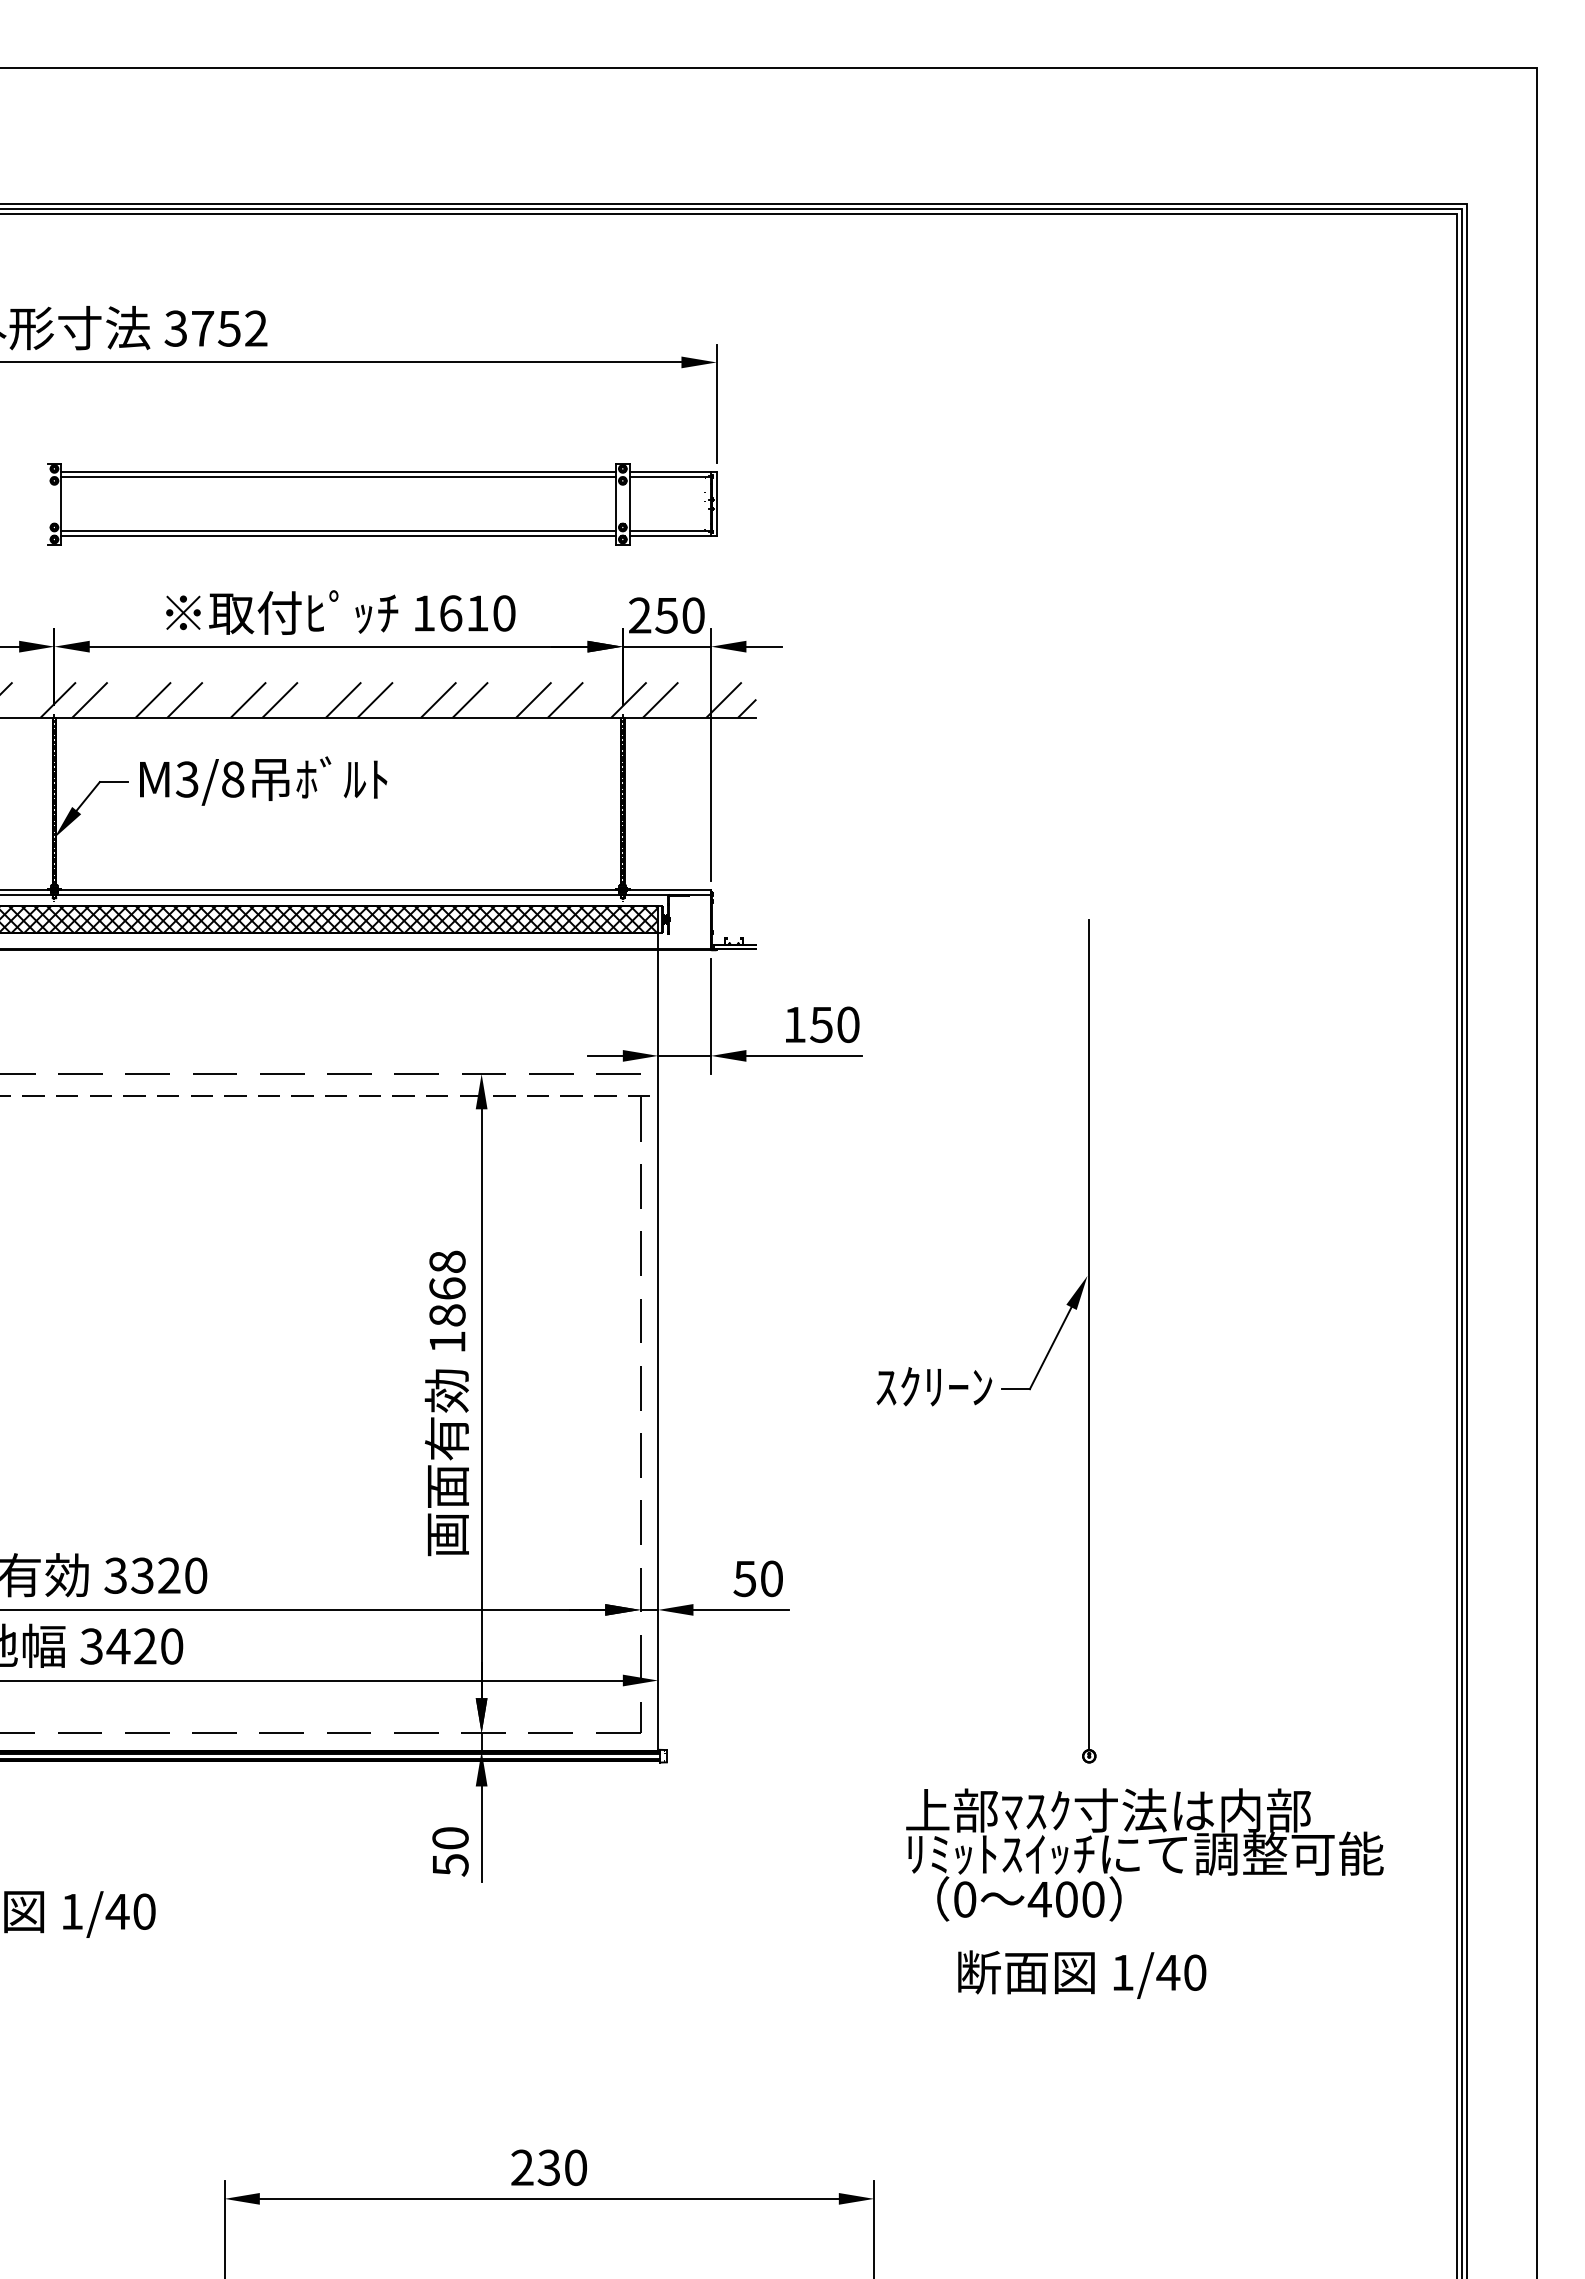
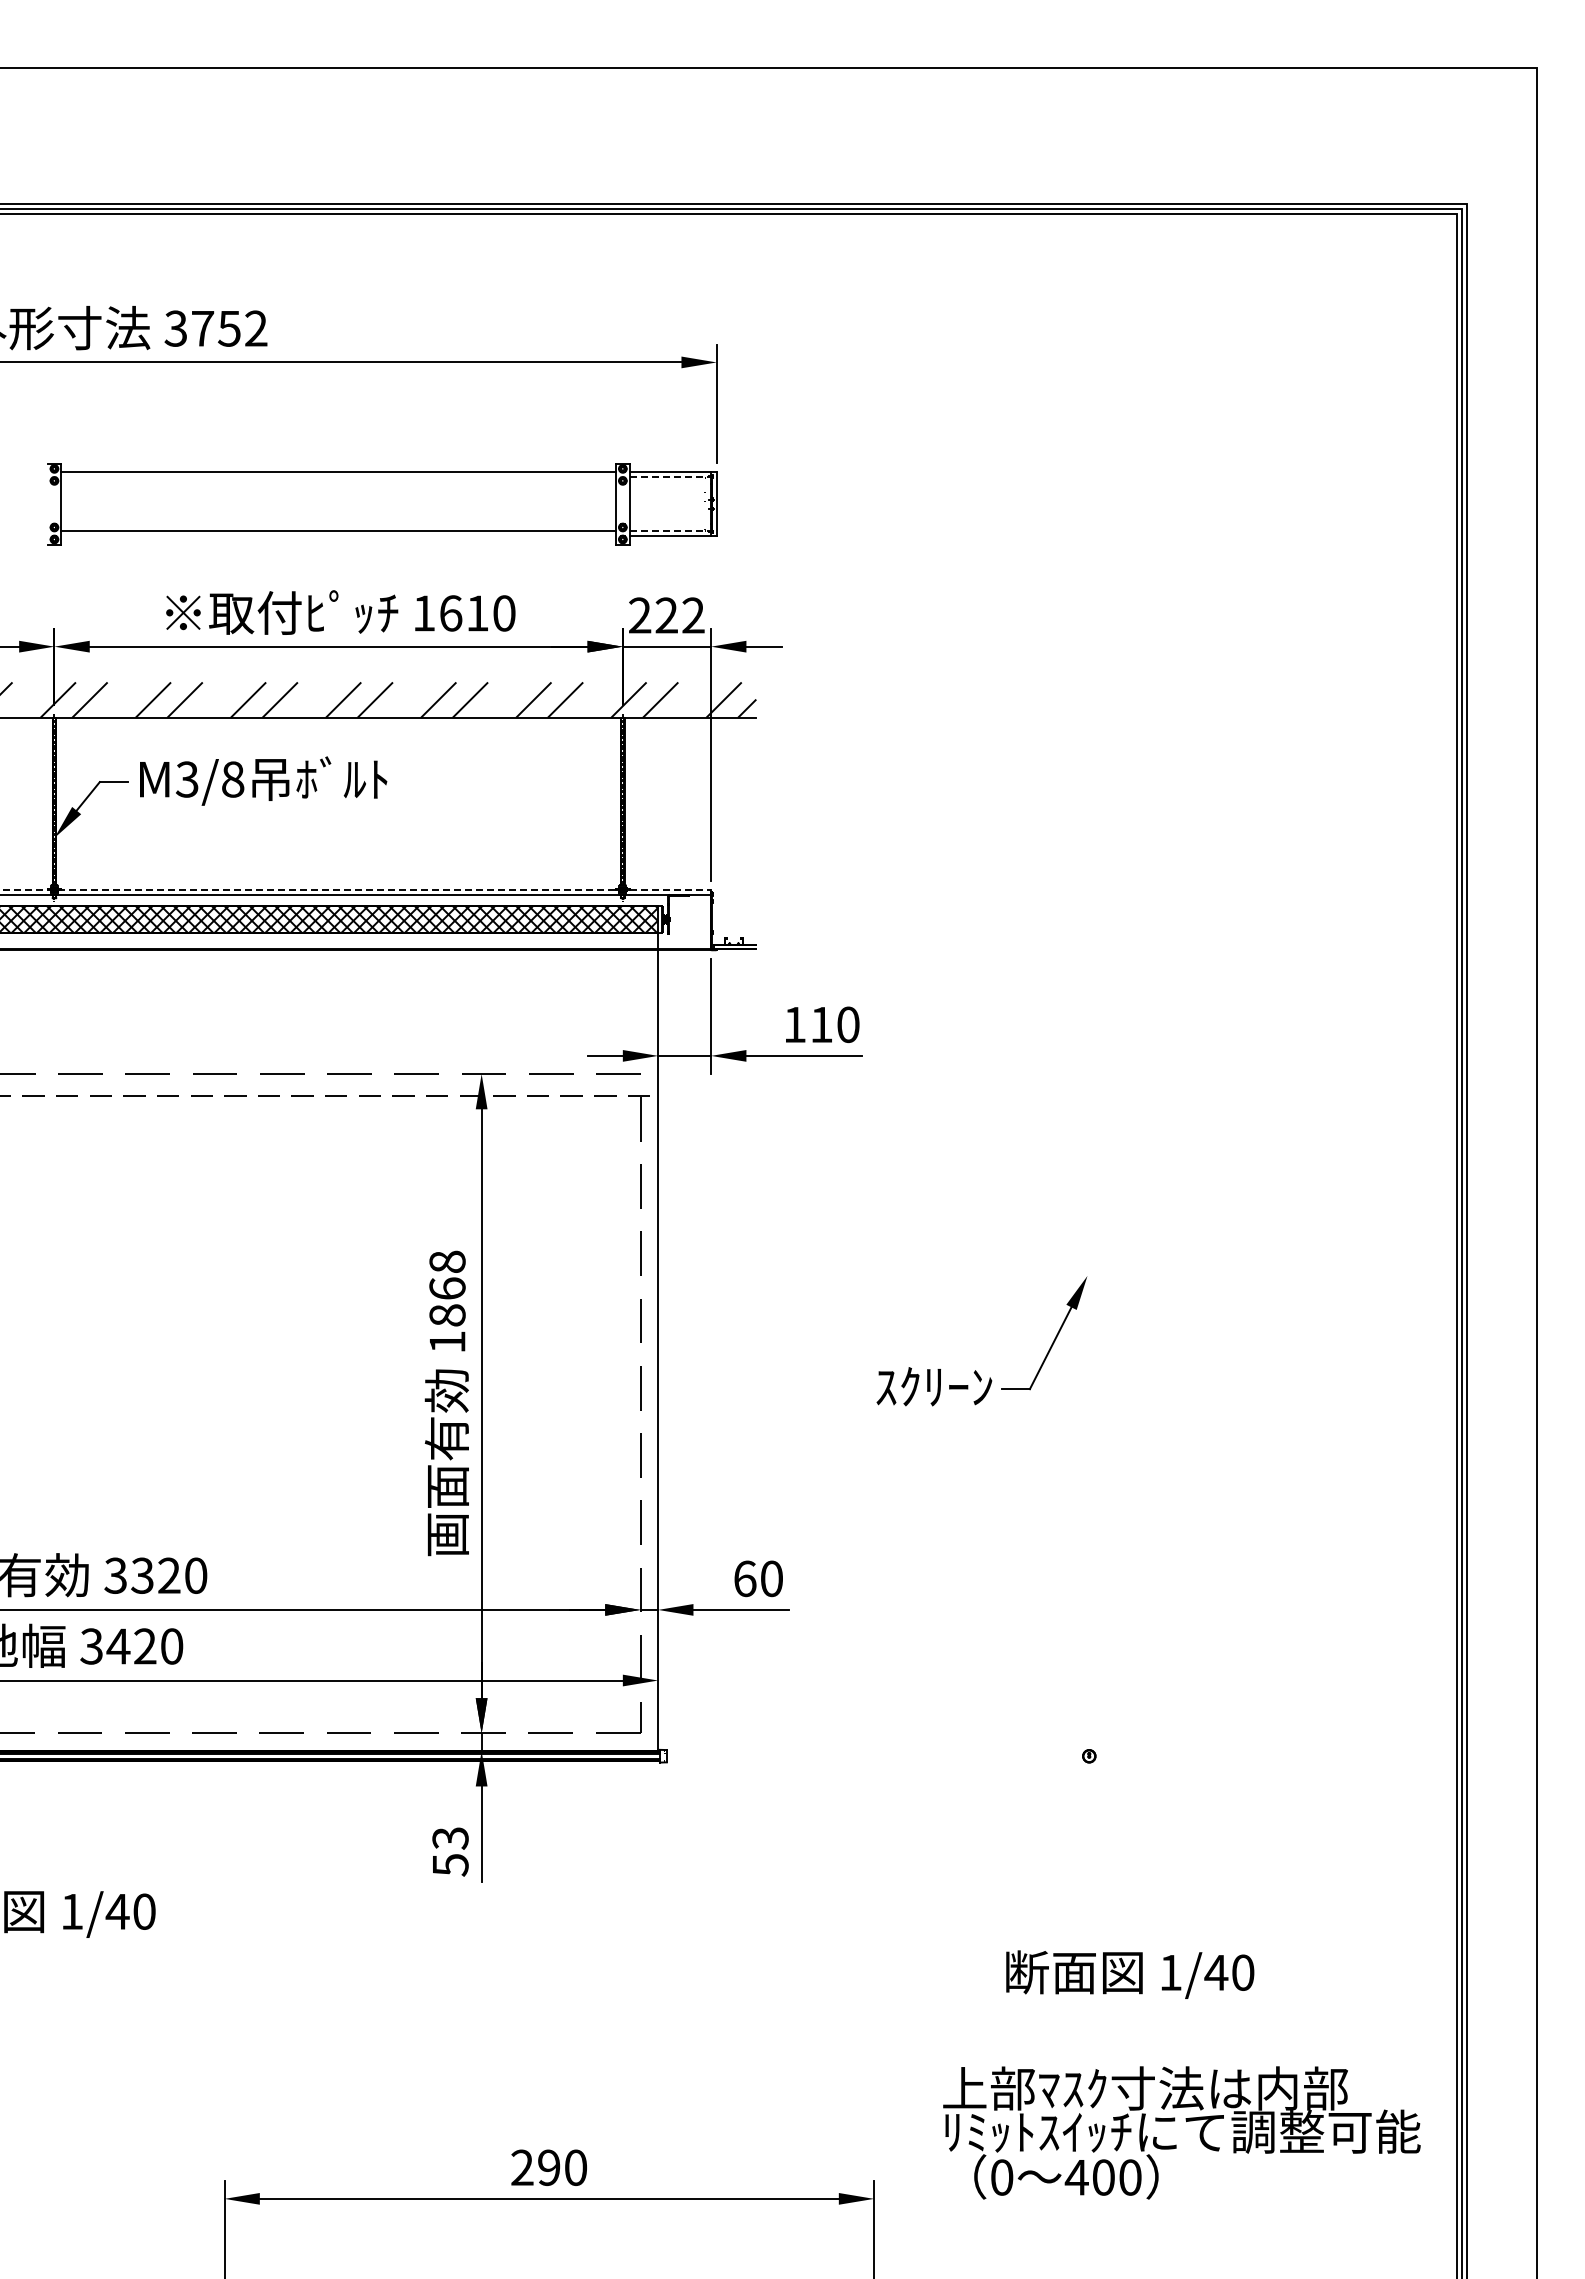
line at (338, 477): present -> none
line at (670, 477): solid -> dashed
line at (670, 531): solid -> dashed
line at (338, 536): present -> none
text at (679, 615): 250 -> 222
line at (356, 890): solid -> dashed
text at (821, 1025): 150 -> 110
line at (1089, 1334): present -> none
text at (744, 1578): 50 -> 60
text at (450, 1838): 50 -> 53
text at (1144, 1854) position: (1144, 1854) -> (1181, 2132)
text at (1082, 1974) position: (1082, 1974) -> (1130, 1974)
text at (548, 2167): 230 -> 290
